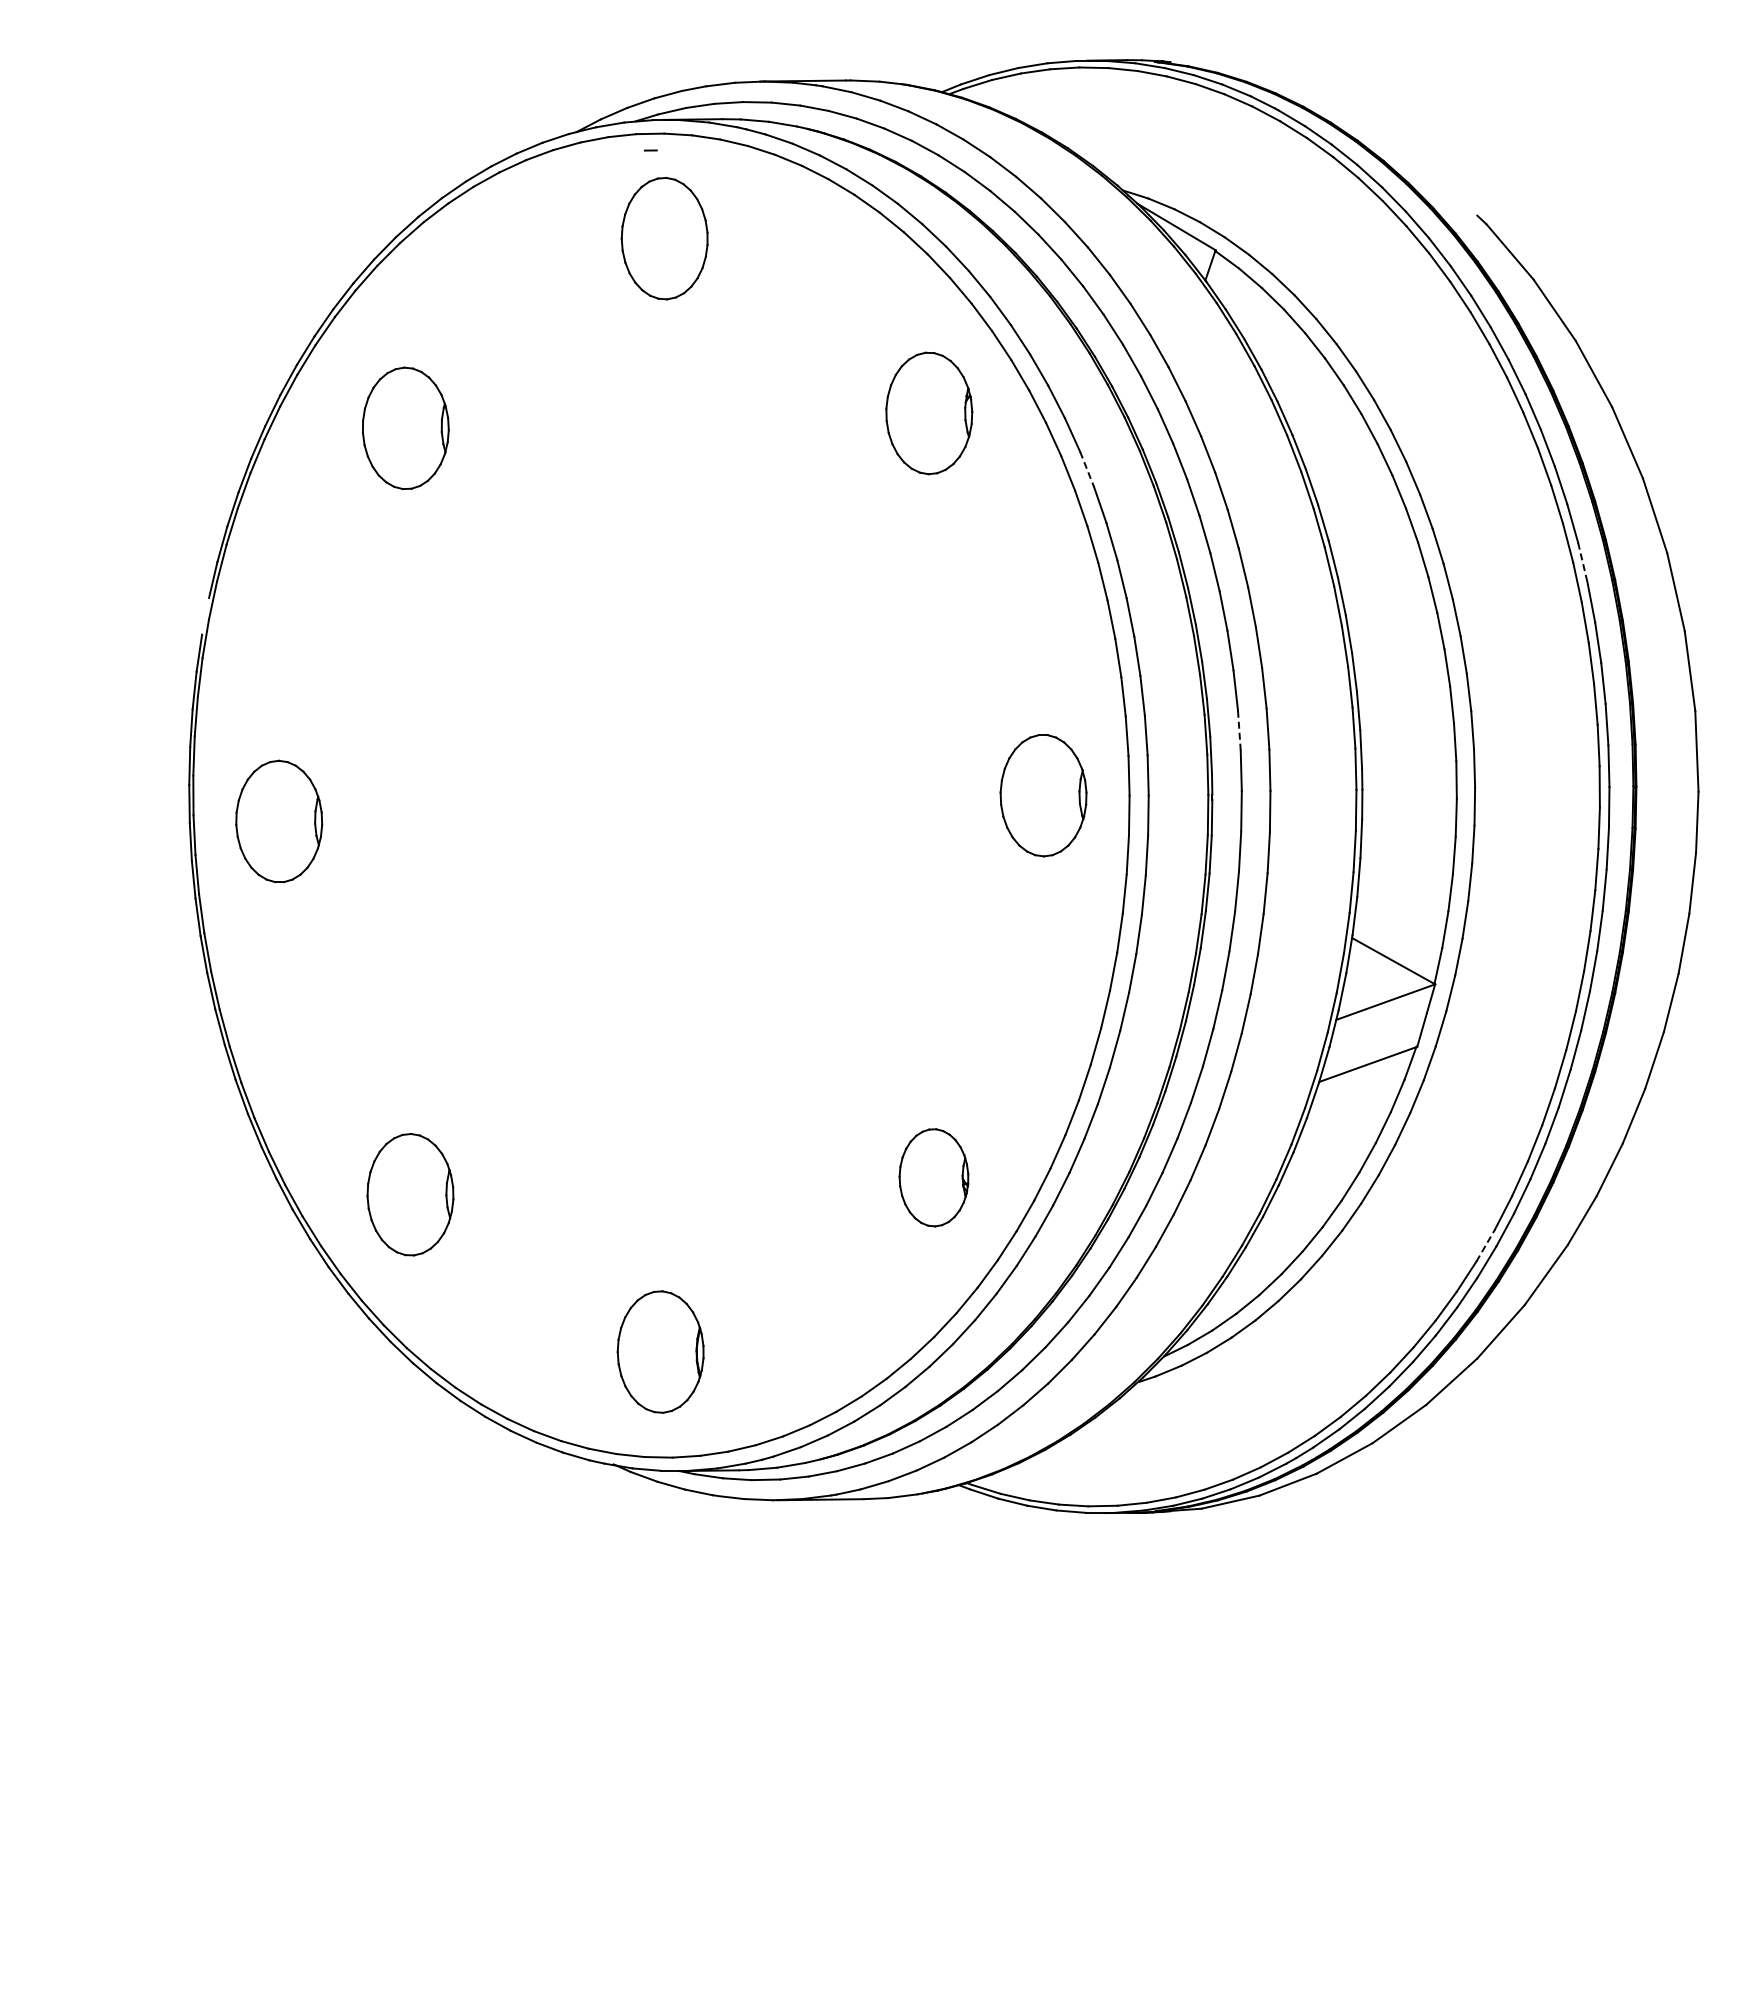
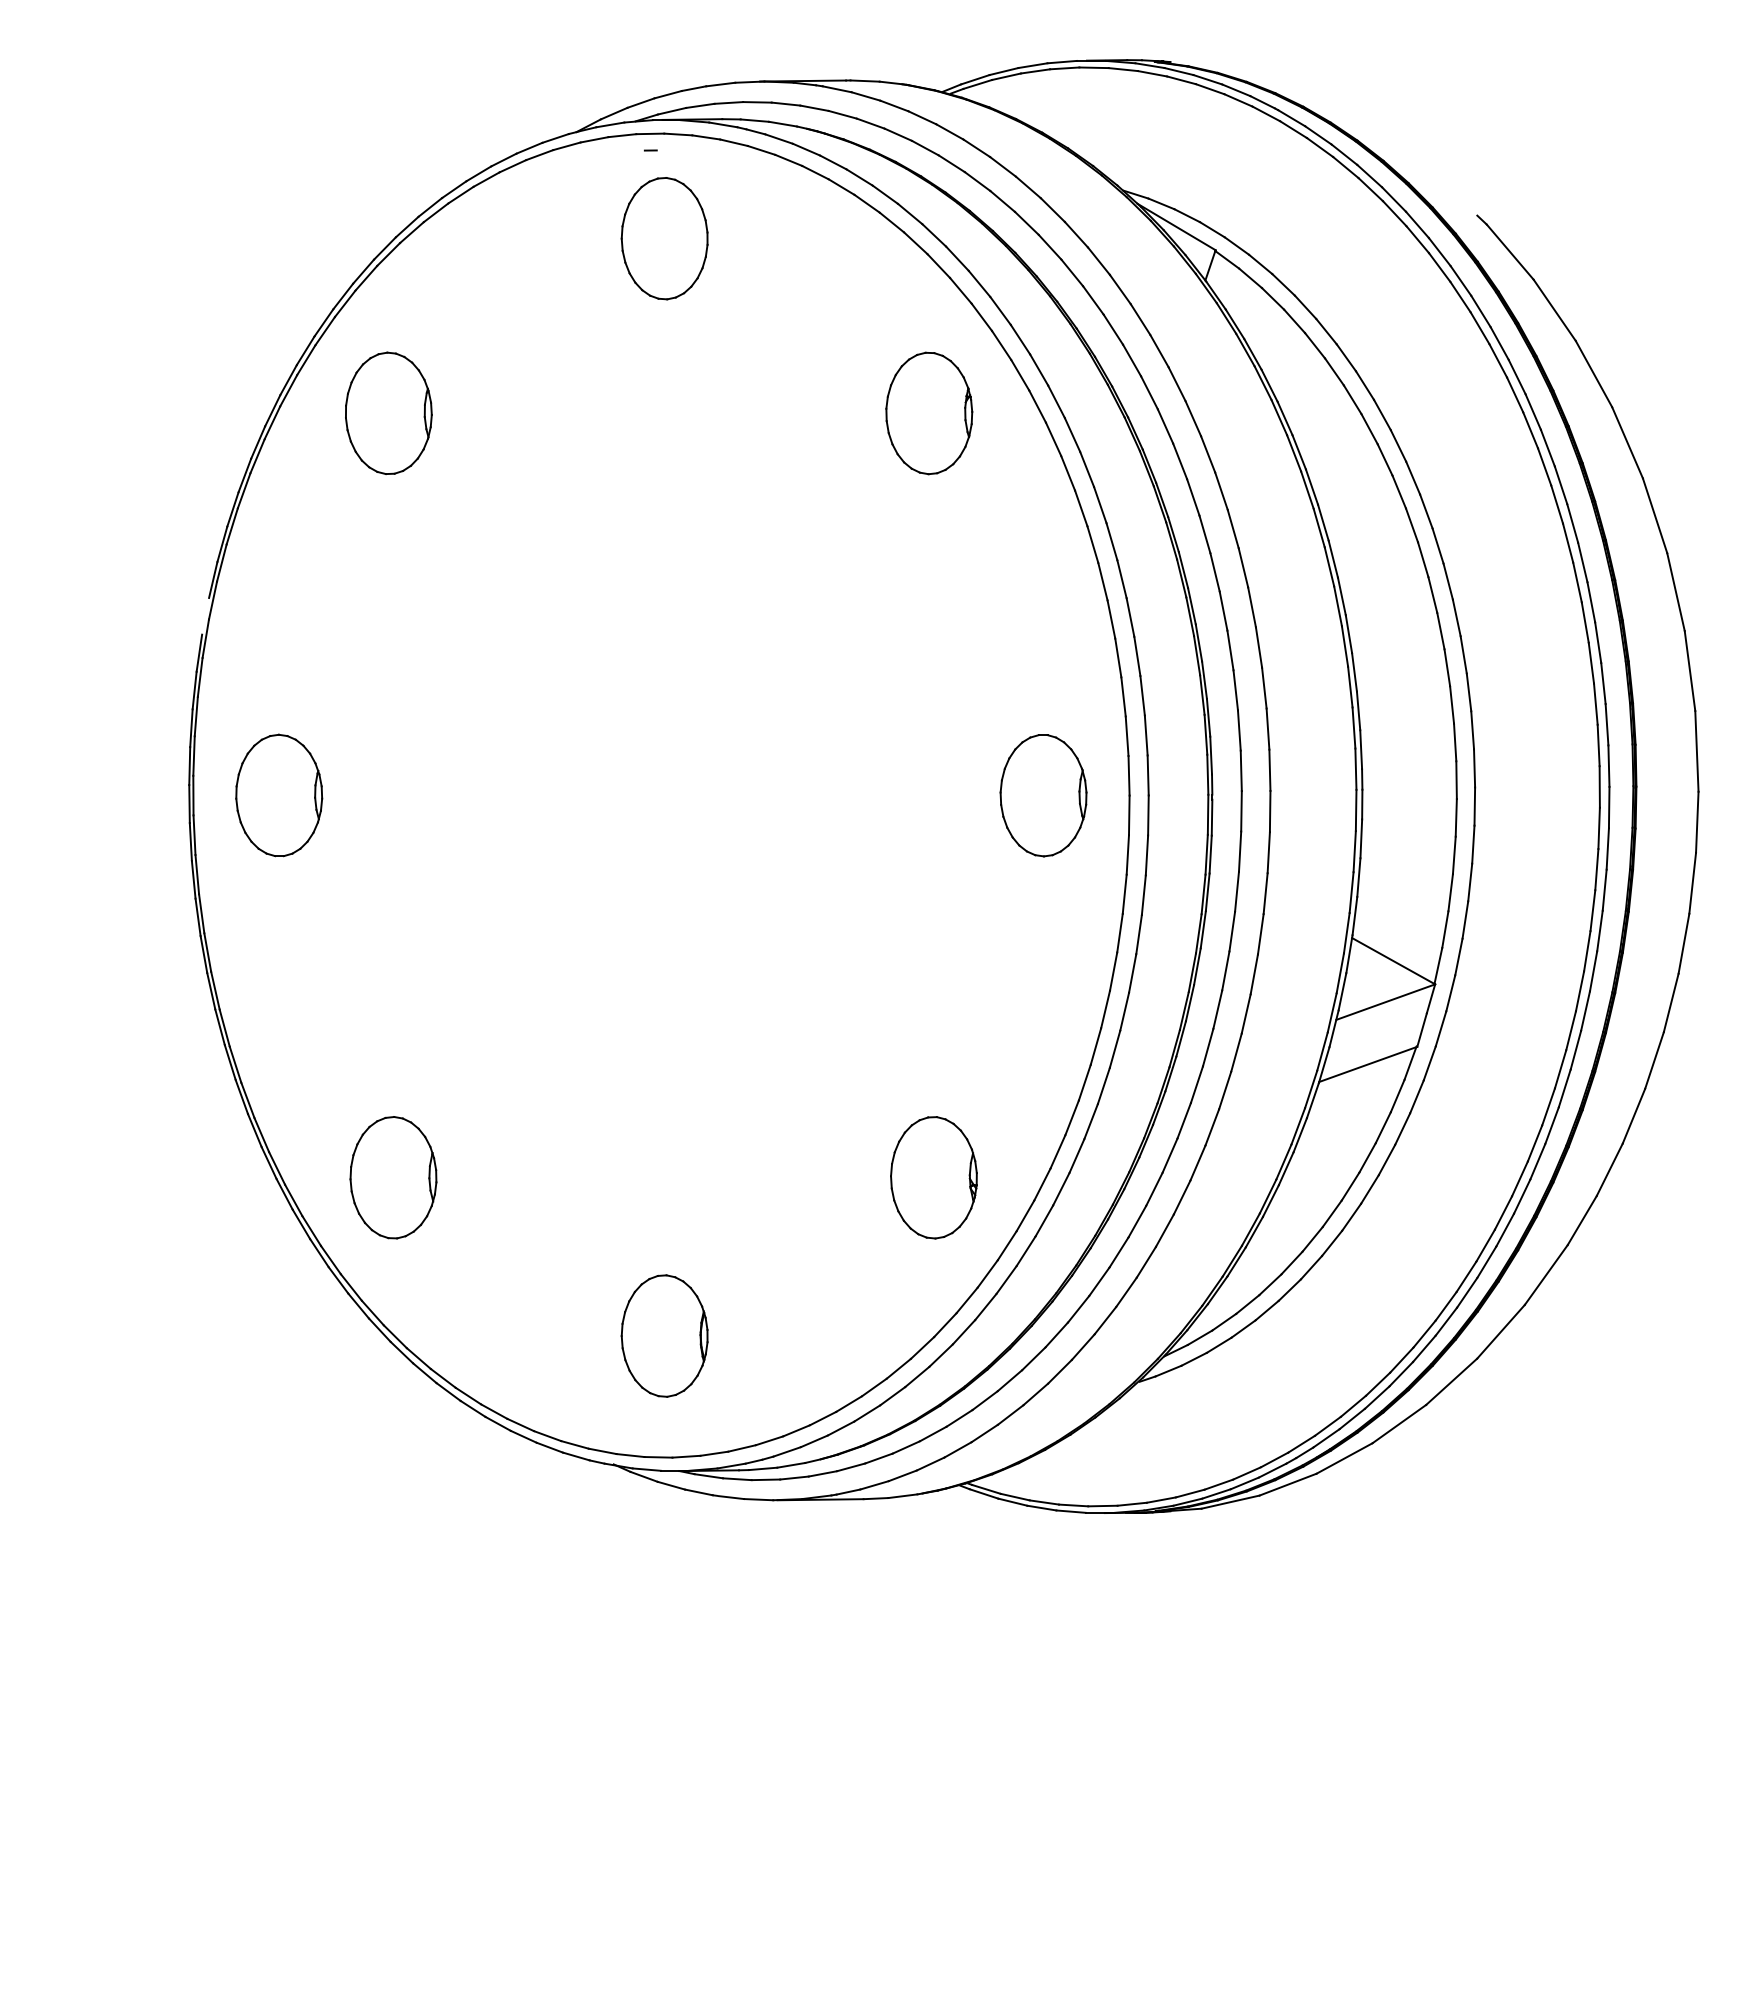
part at (405, 427) position: (405, 427) -> (388, 412)
line at (1087, 469): dashed -> solid
line at (1582, 563): dashed -> solid
line at (1239, 730): dashed -> solid
part at (279, 821) position: (279, 821) -> (279, 795)
part at (933, 1177) size: 72x100 px -> 88x124 px
part at (410, 1194) position: (410, 1194) -> (393, 1177)
line at (1485, 1245): dashed -> solid
part at (660, 1351) position: (660, 1351) -> (664, 1335)
